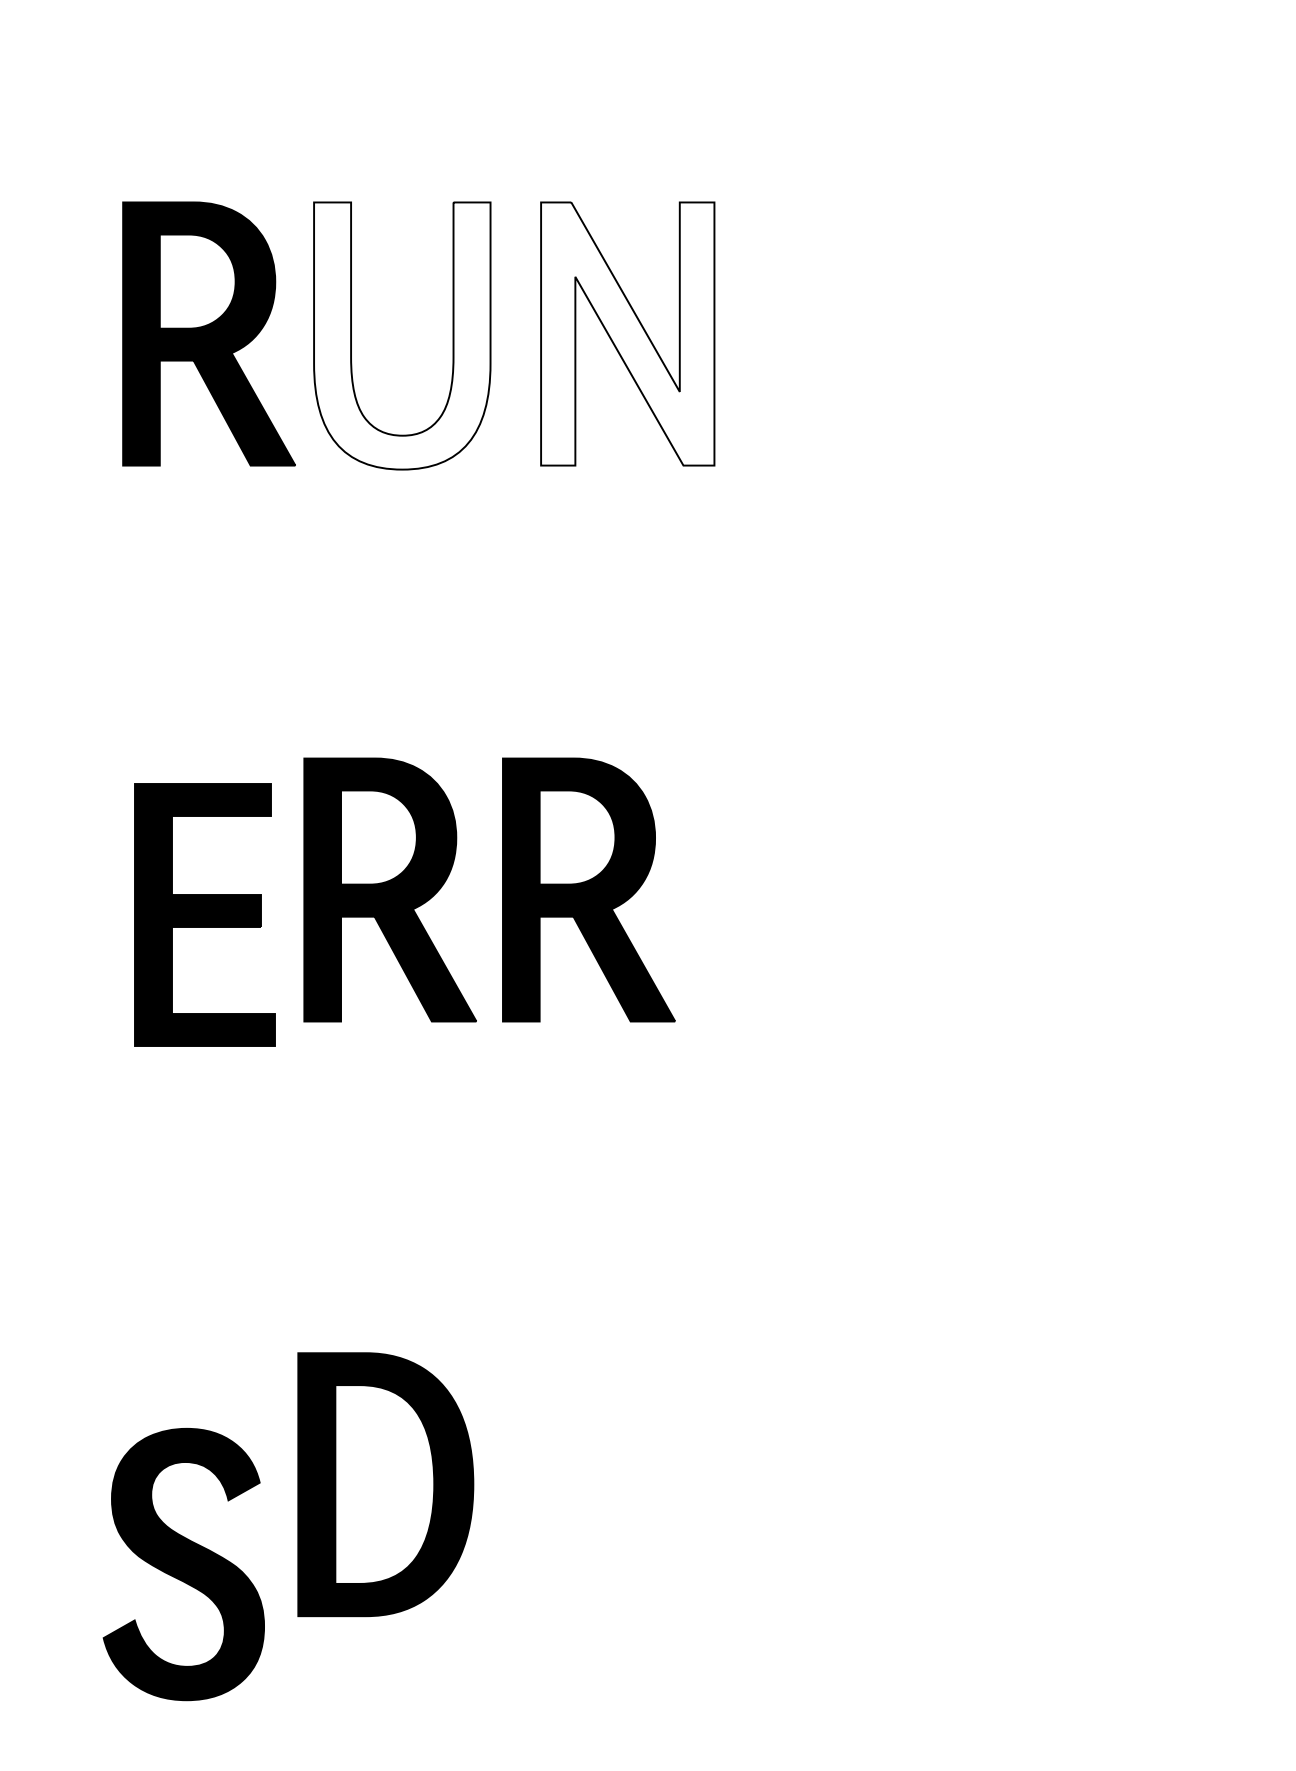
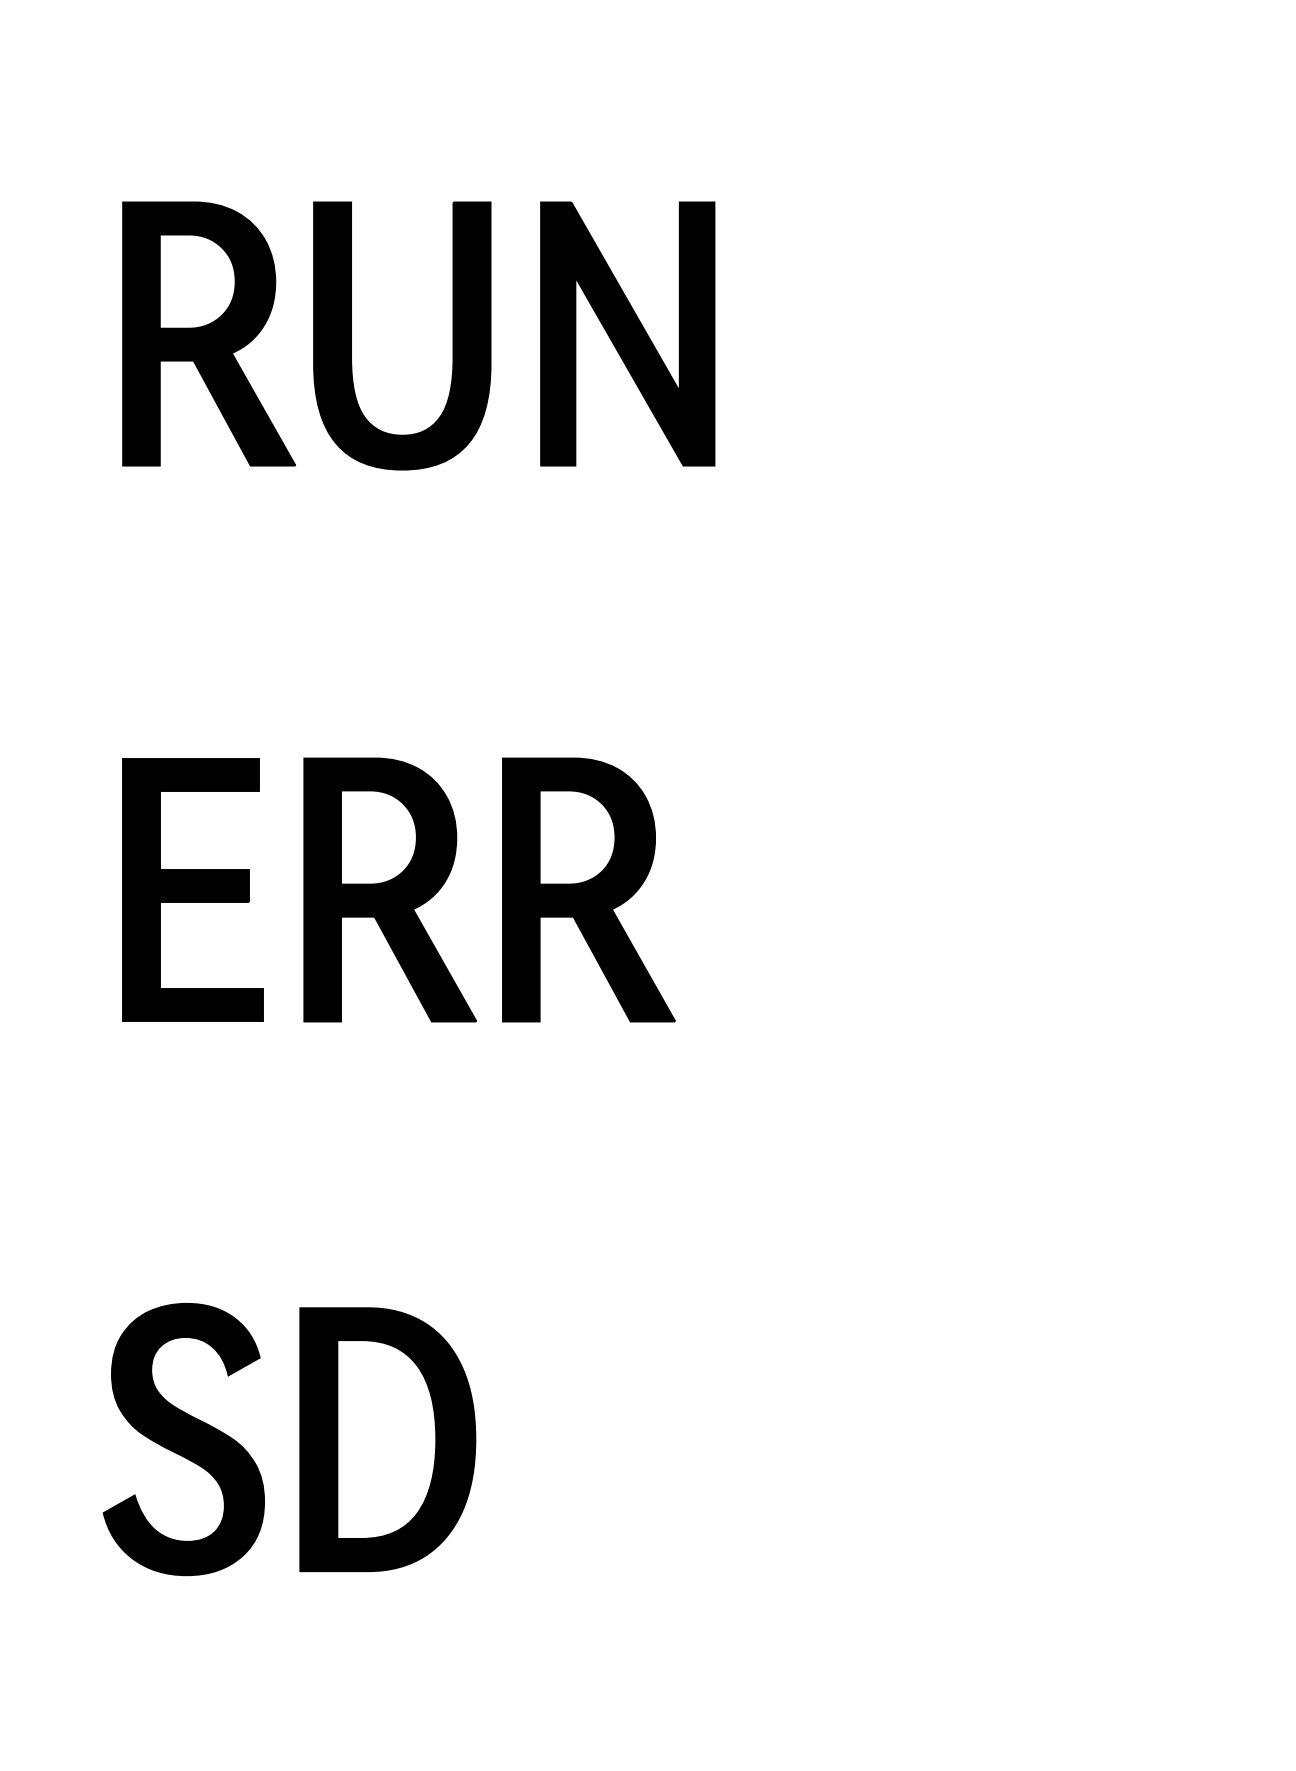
fill at (627, 333): none -> present
fill at (402, 335): none -> present
part at (204, 914) position: (204, 914) -> (192, 889)
part at (385, 1484) position: (385, 1484) -> (387, 1439)
part at (183, 1564) position: (183, 1564) -> (183, 1439)
